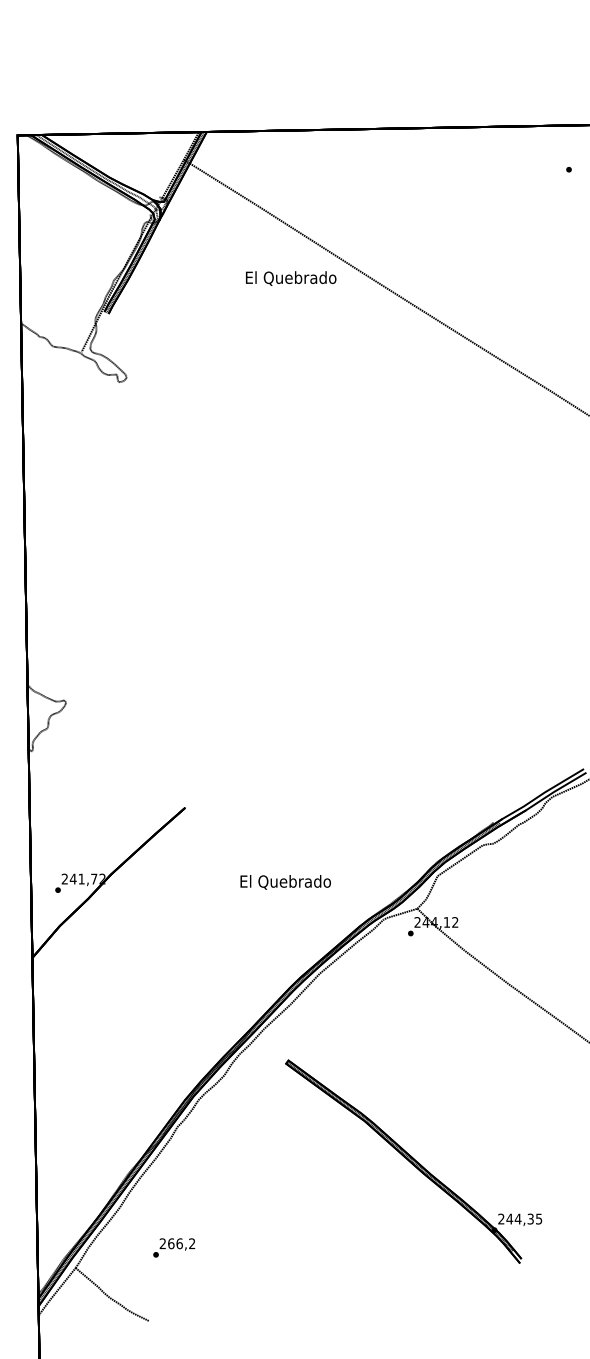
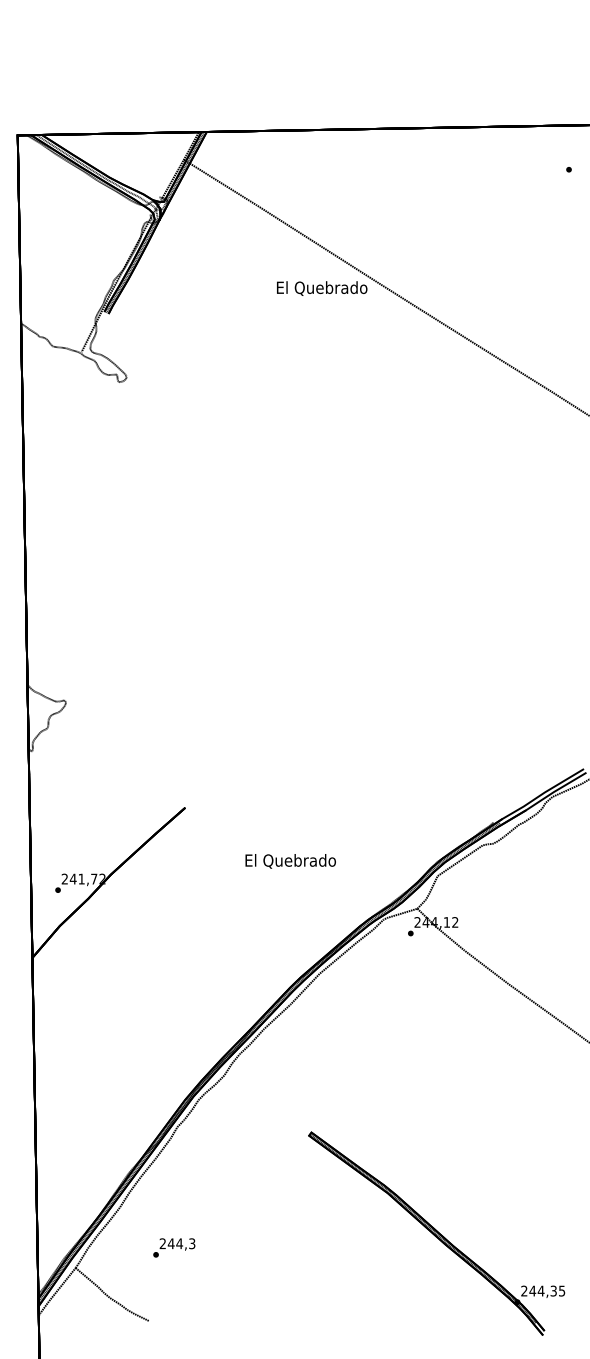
text at (291, 278) position: (291, 278) -> (322, 288)
text at (285, 882) position: (285, 882) -> (290, 861)
part at (413, 1161) position: (413, 1161) -> (436, 1233)
text at (181, 1243): 266,2 -> 244,3
